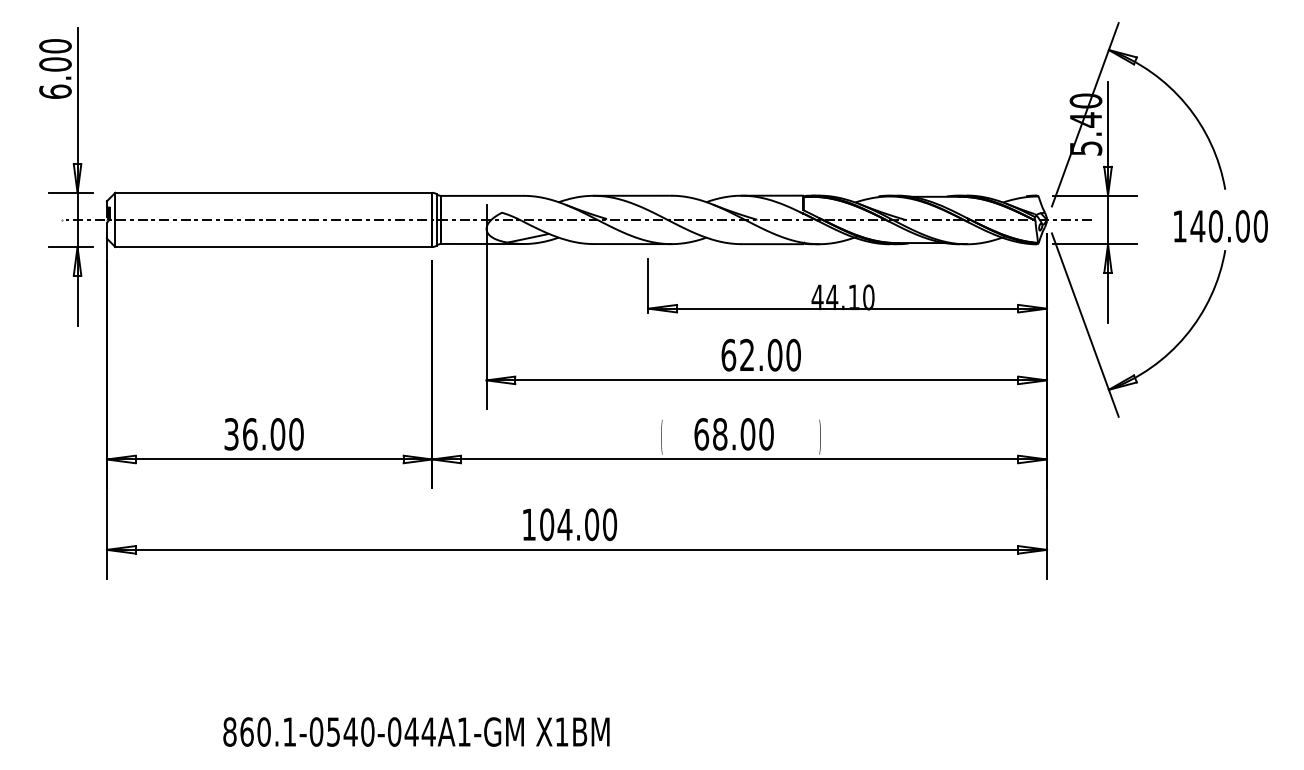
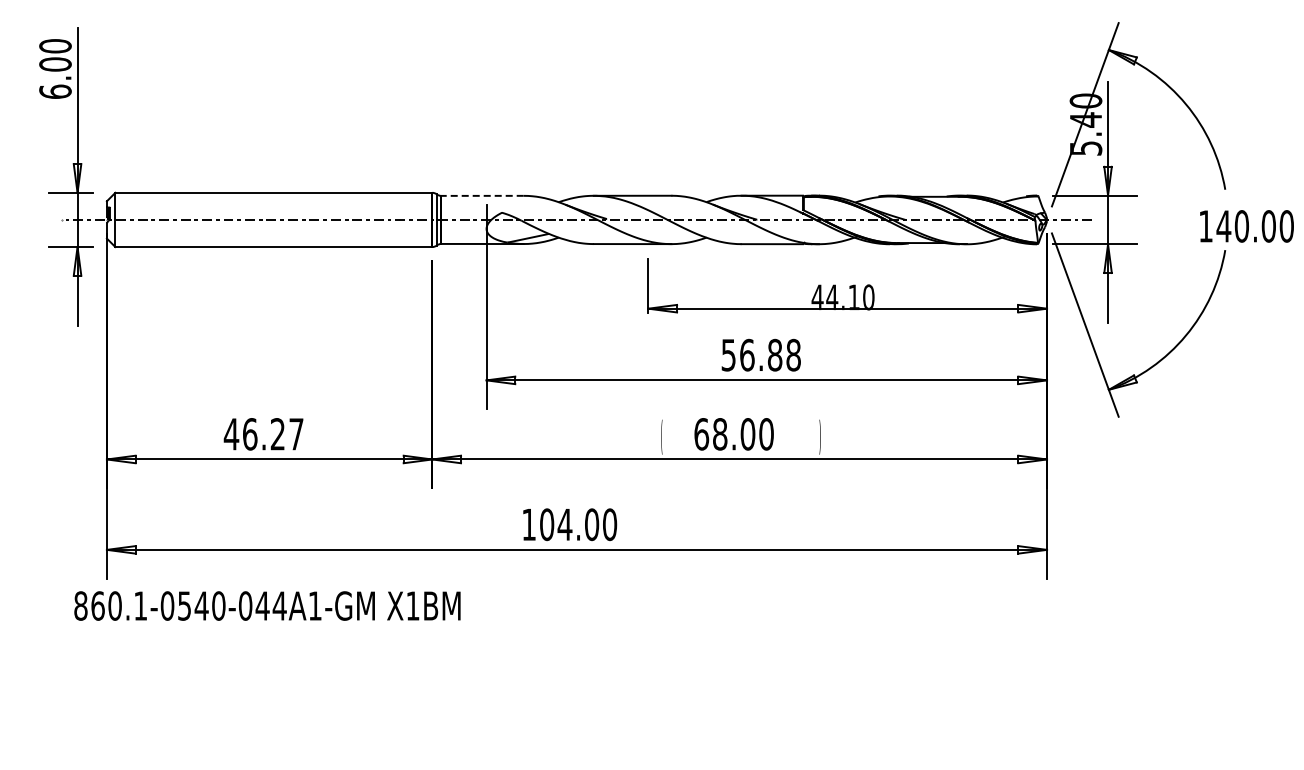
line at (482, 195): solid -> dashed
text at (1220, 226) position: (1220, 226) -> (1246, 226)
text at (760, 354): 62.00 -> 56.88
text at (263, 434): 36.00 -> 46.27
text at (416, 731) position: (416, 731) -> (267, 605)
